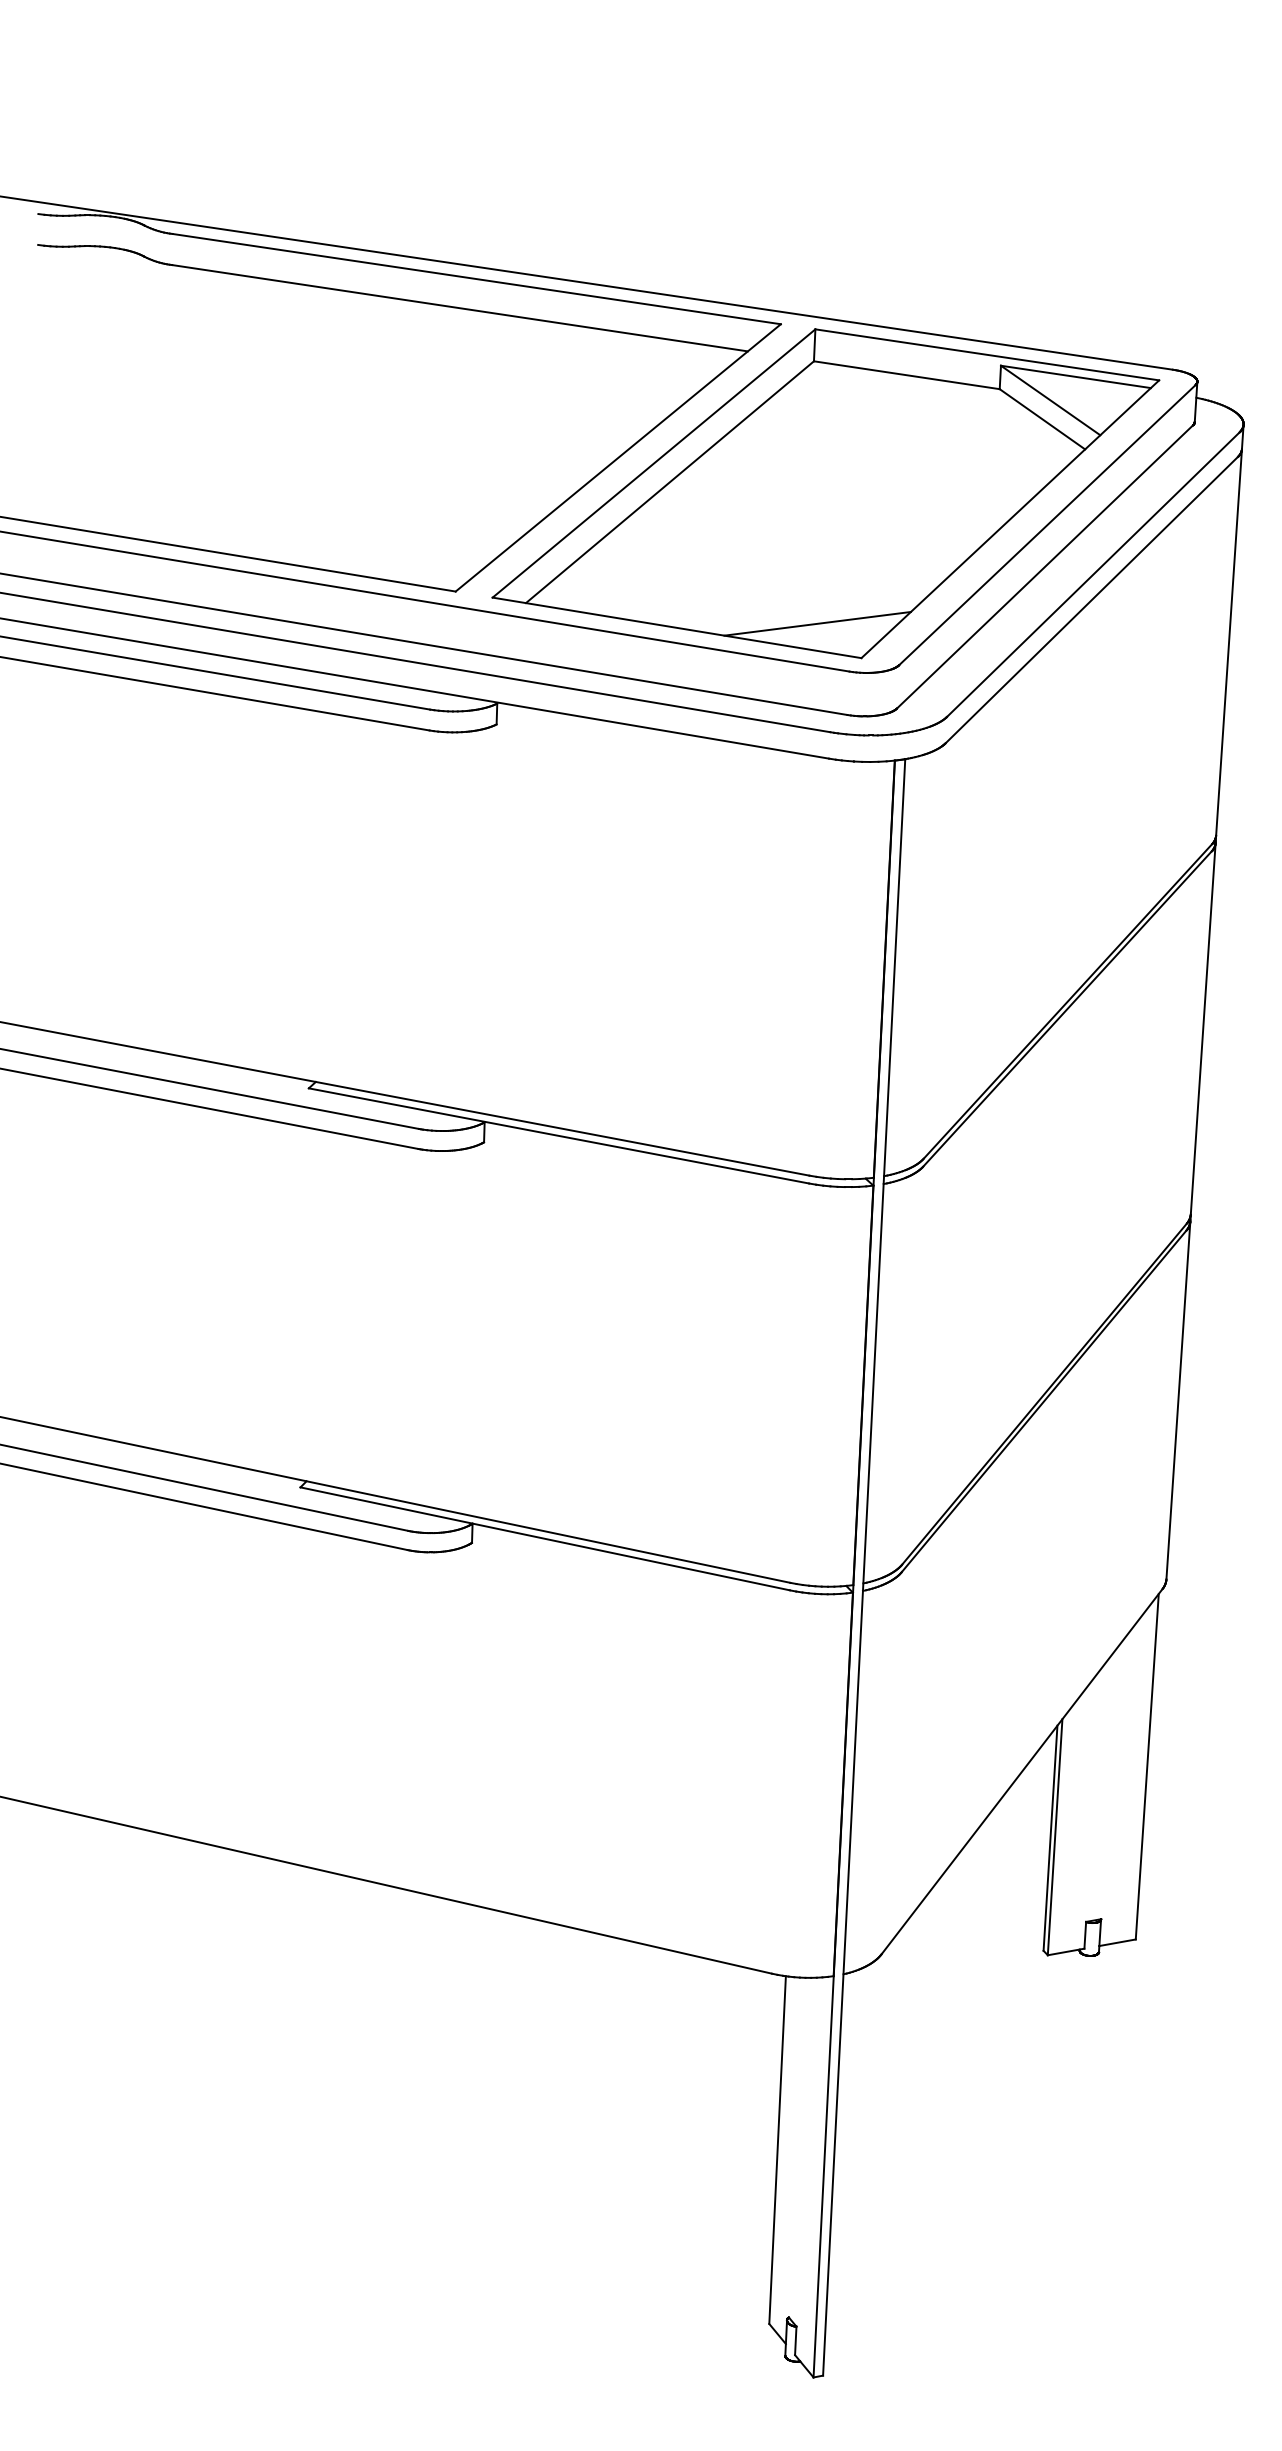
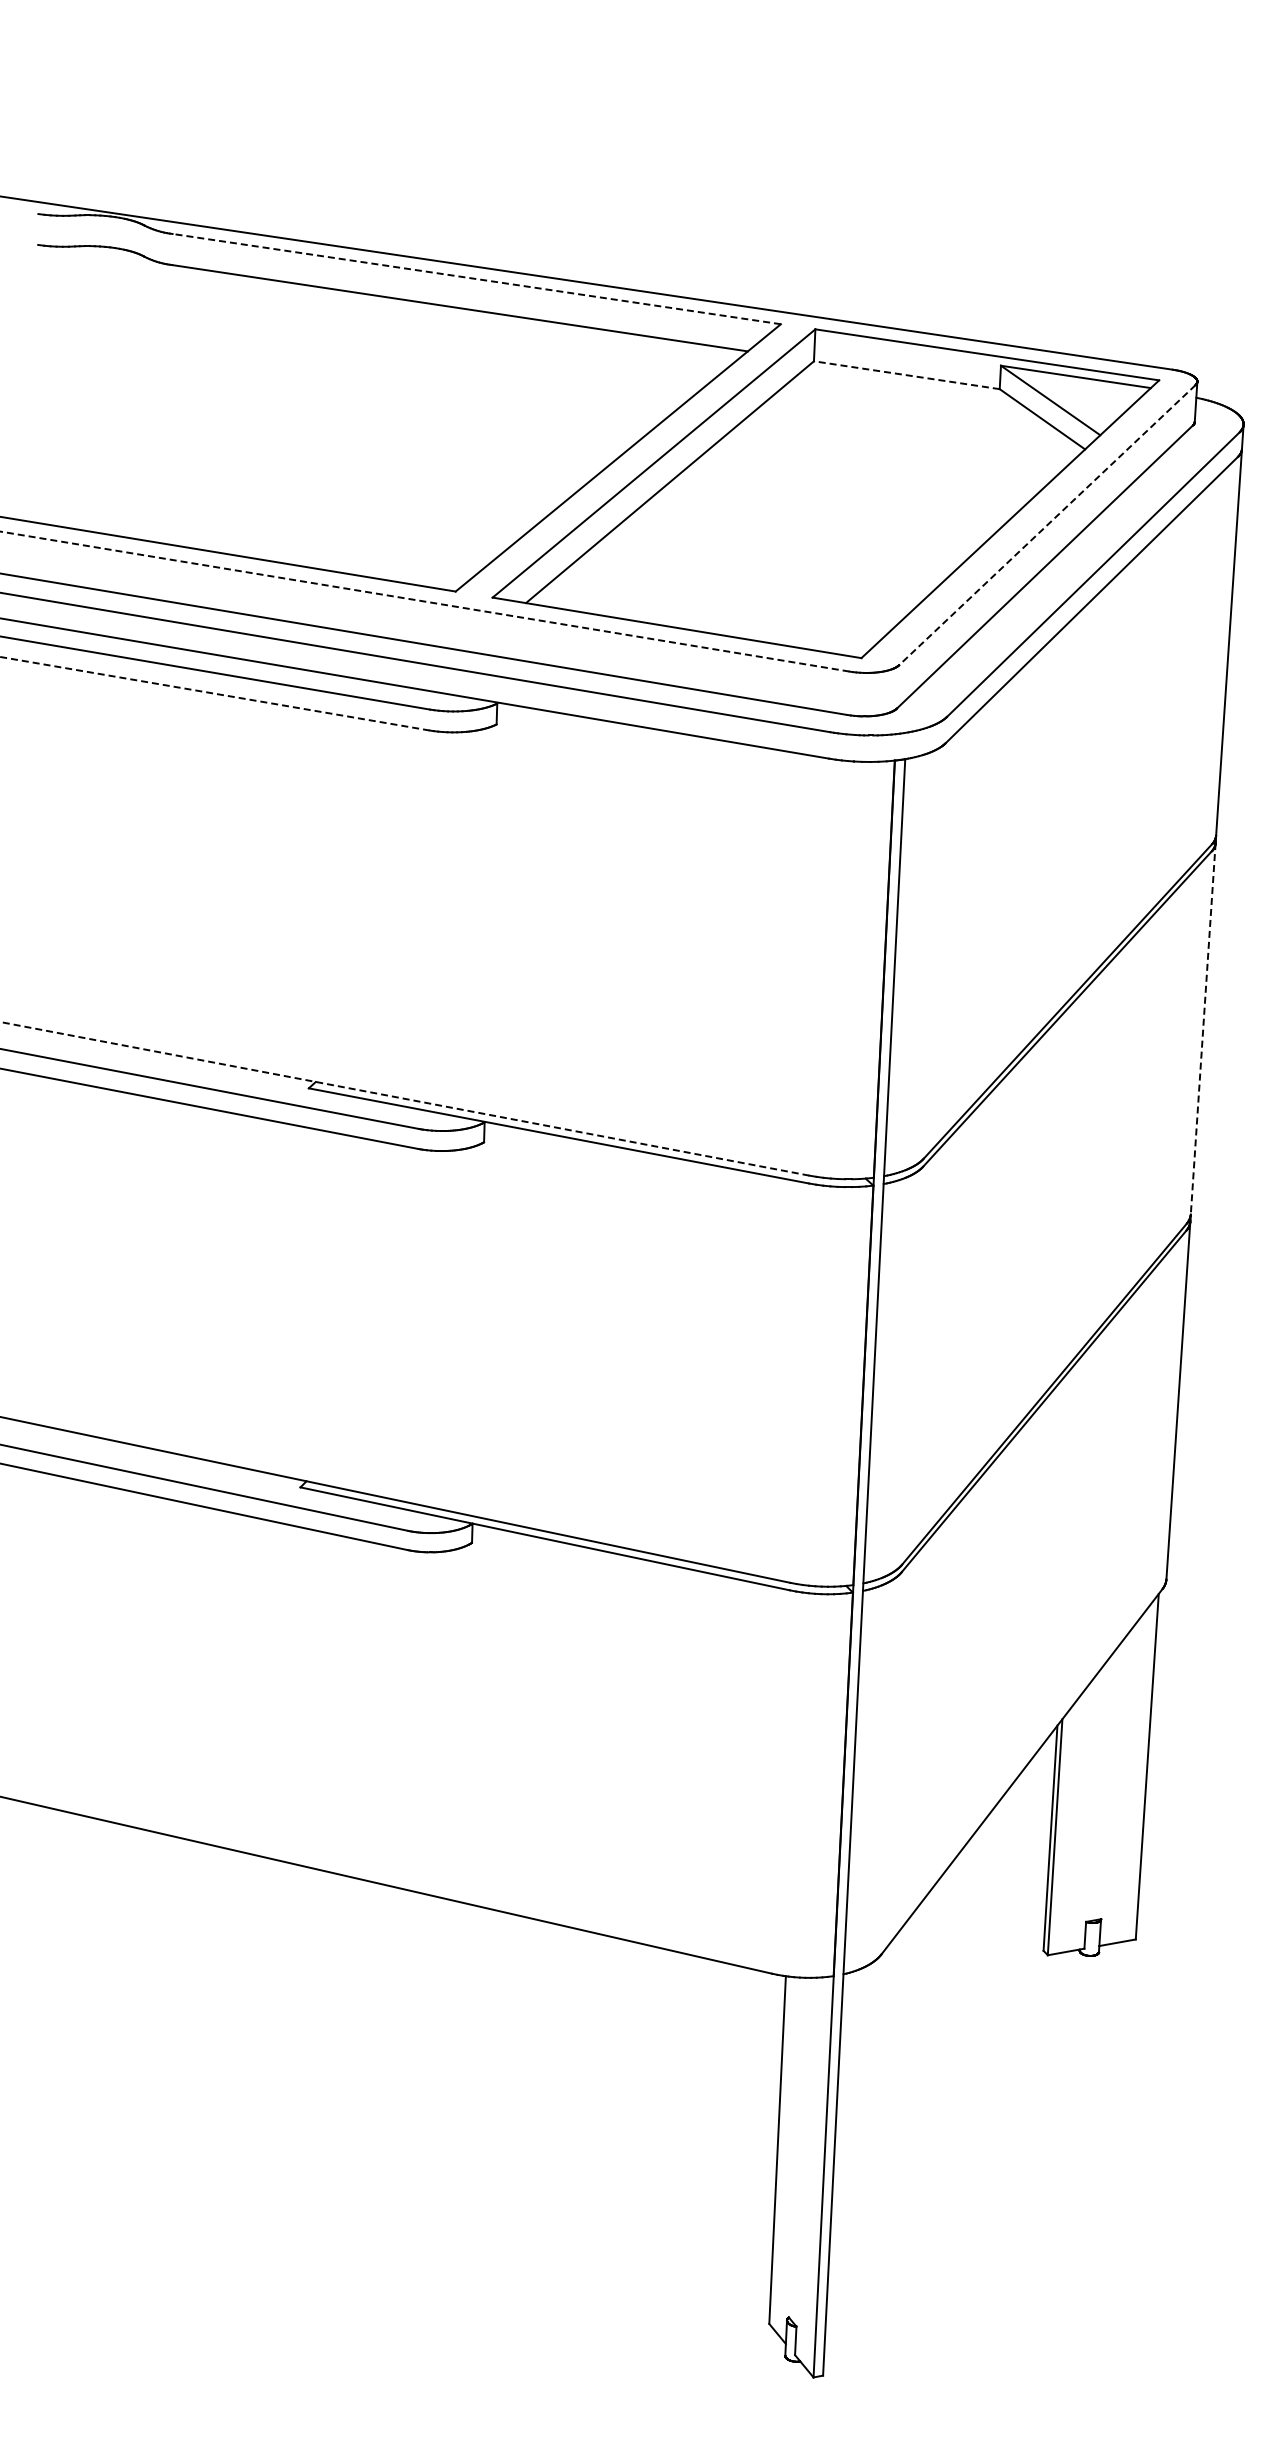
line at (476, 279): solid -> dashed
line at (906, 375): solid -> dashed
line at (1047, 525): solid -> dashed
line at (424, 601): solid -> dashed
line at (817, 623): present -> none
line at (215, 693): solid -> dashed
line at (1203, 1029): solid -> dashed
line at (404, 1098): solid -> dashed
